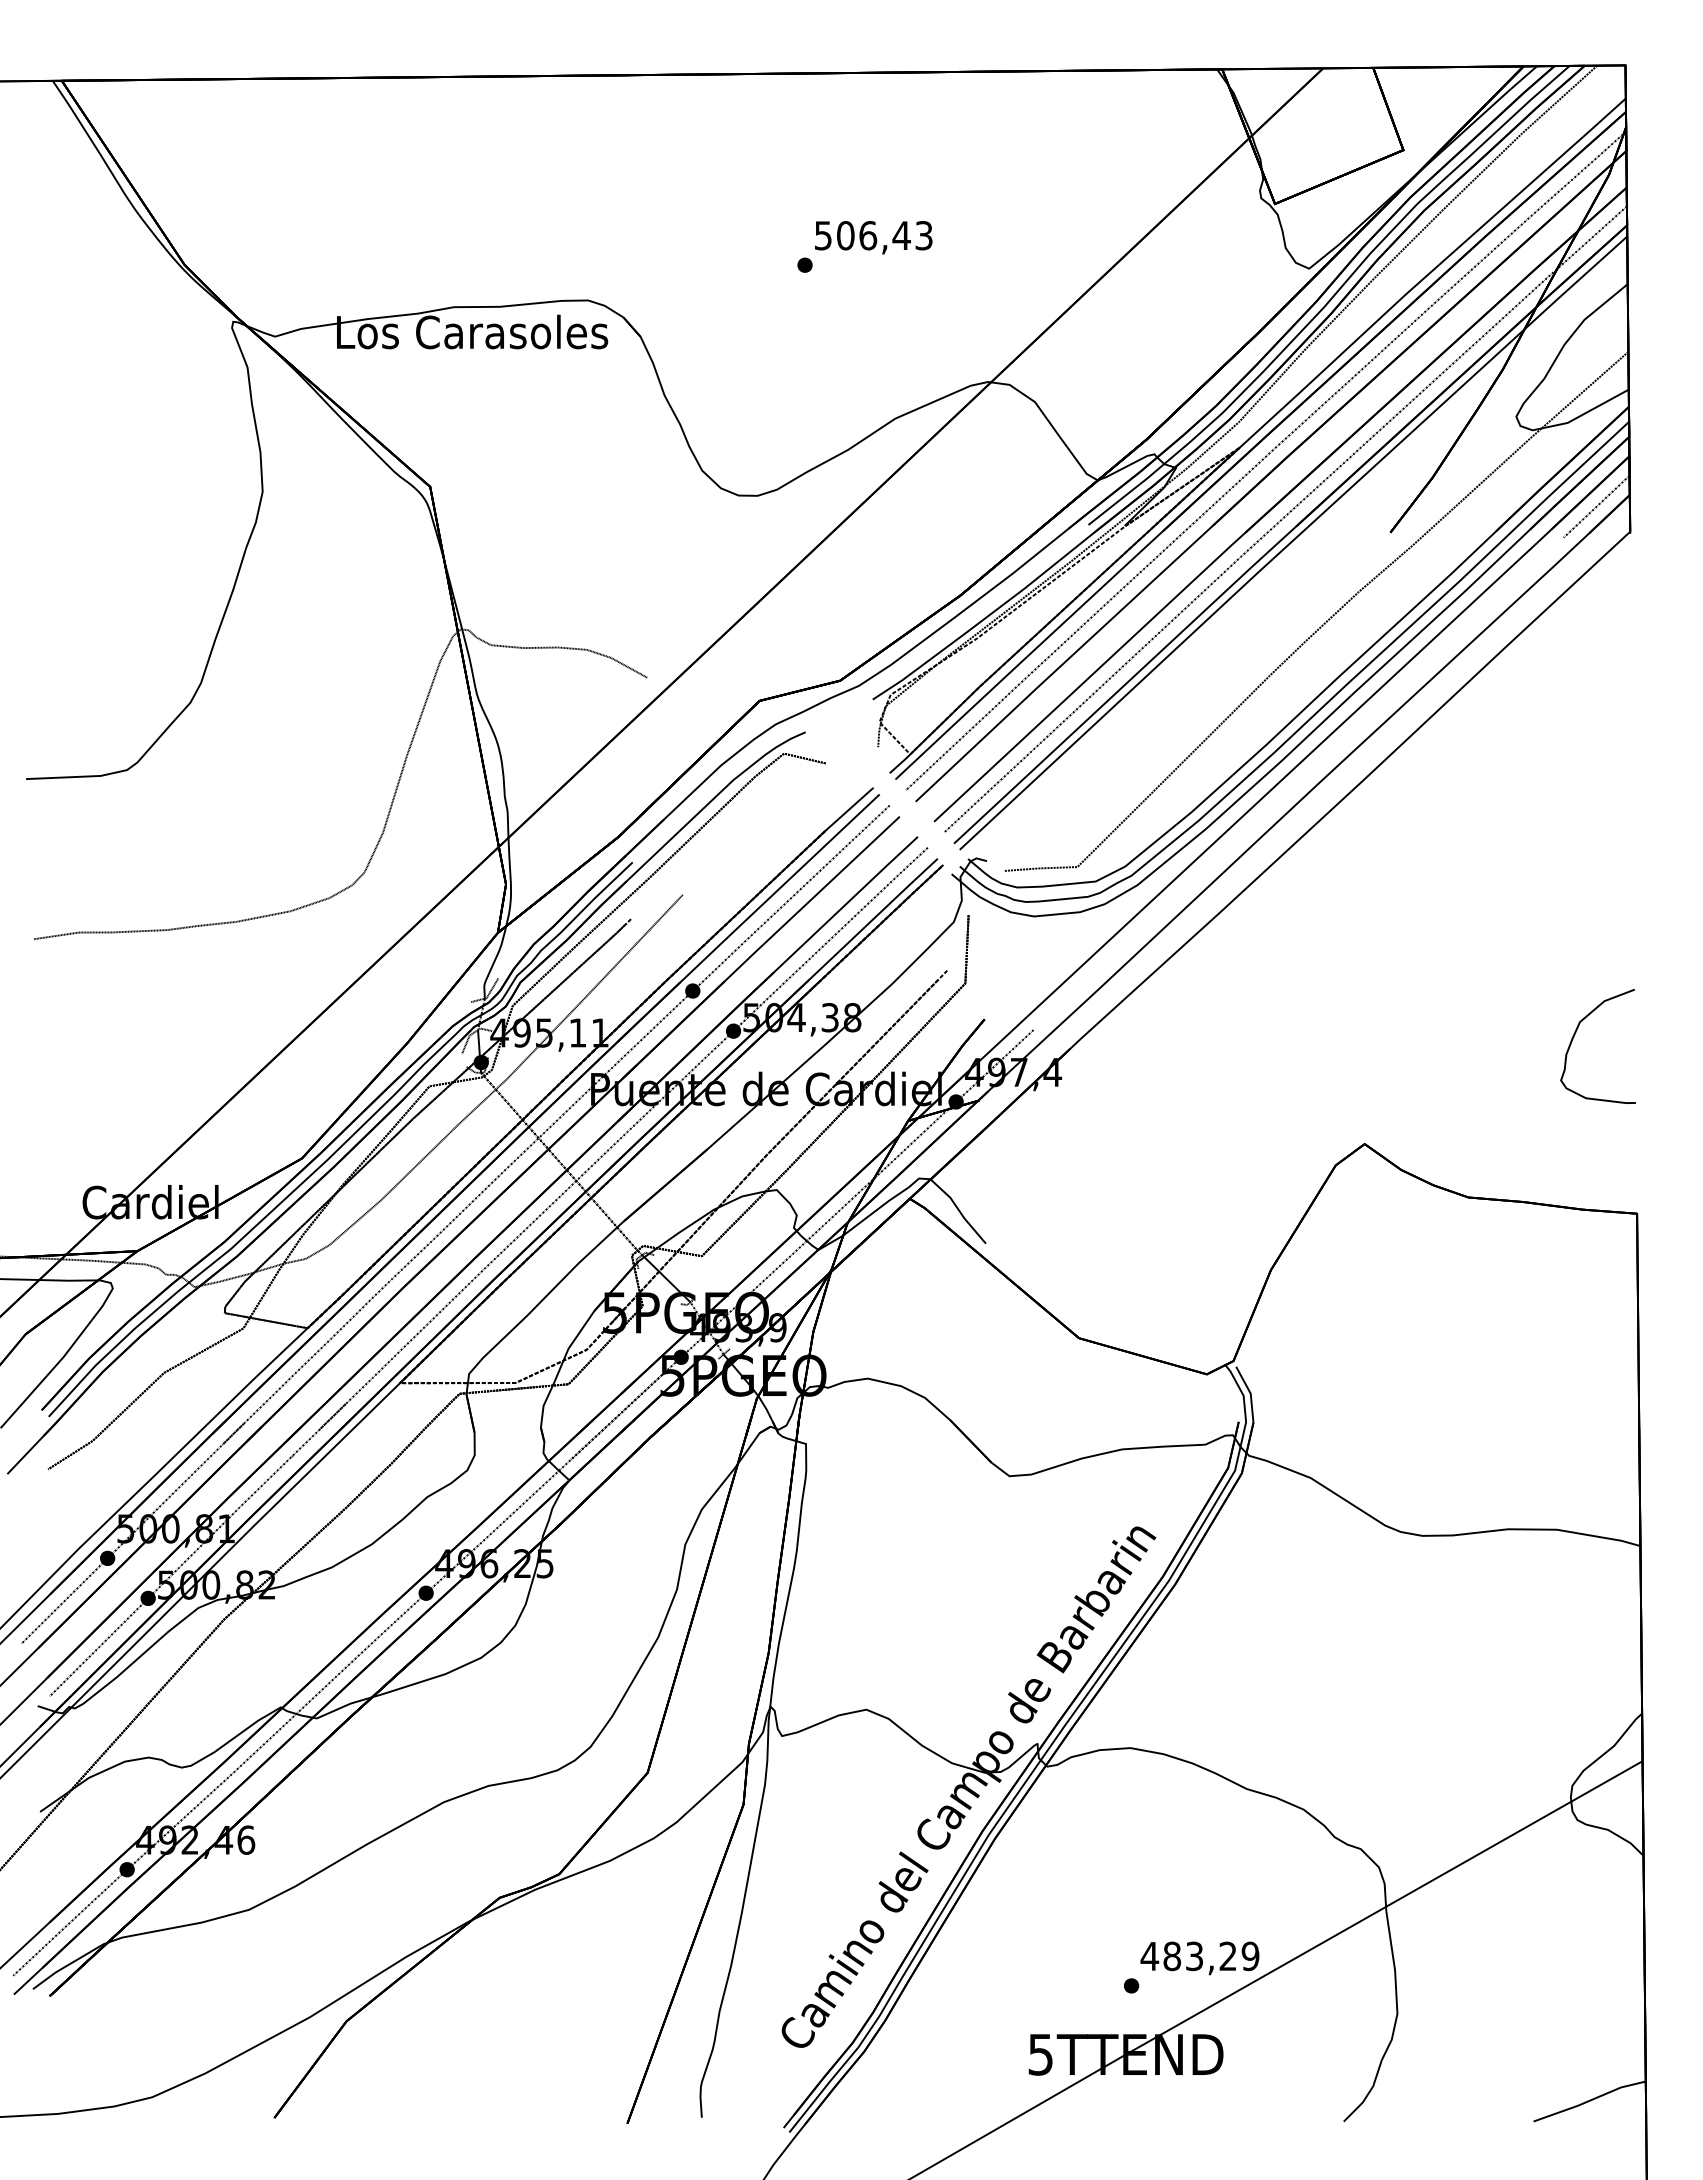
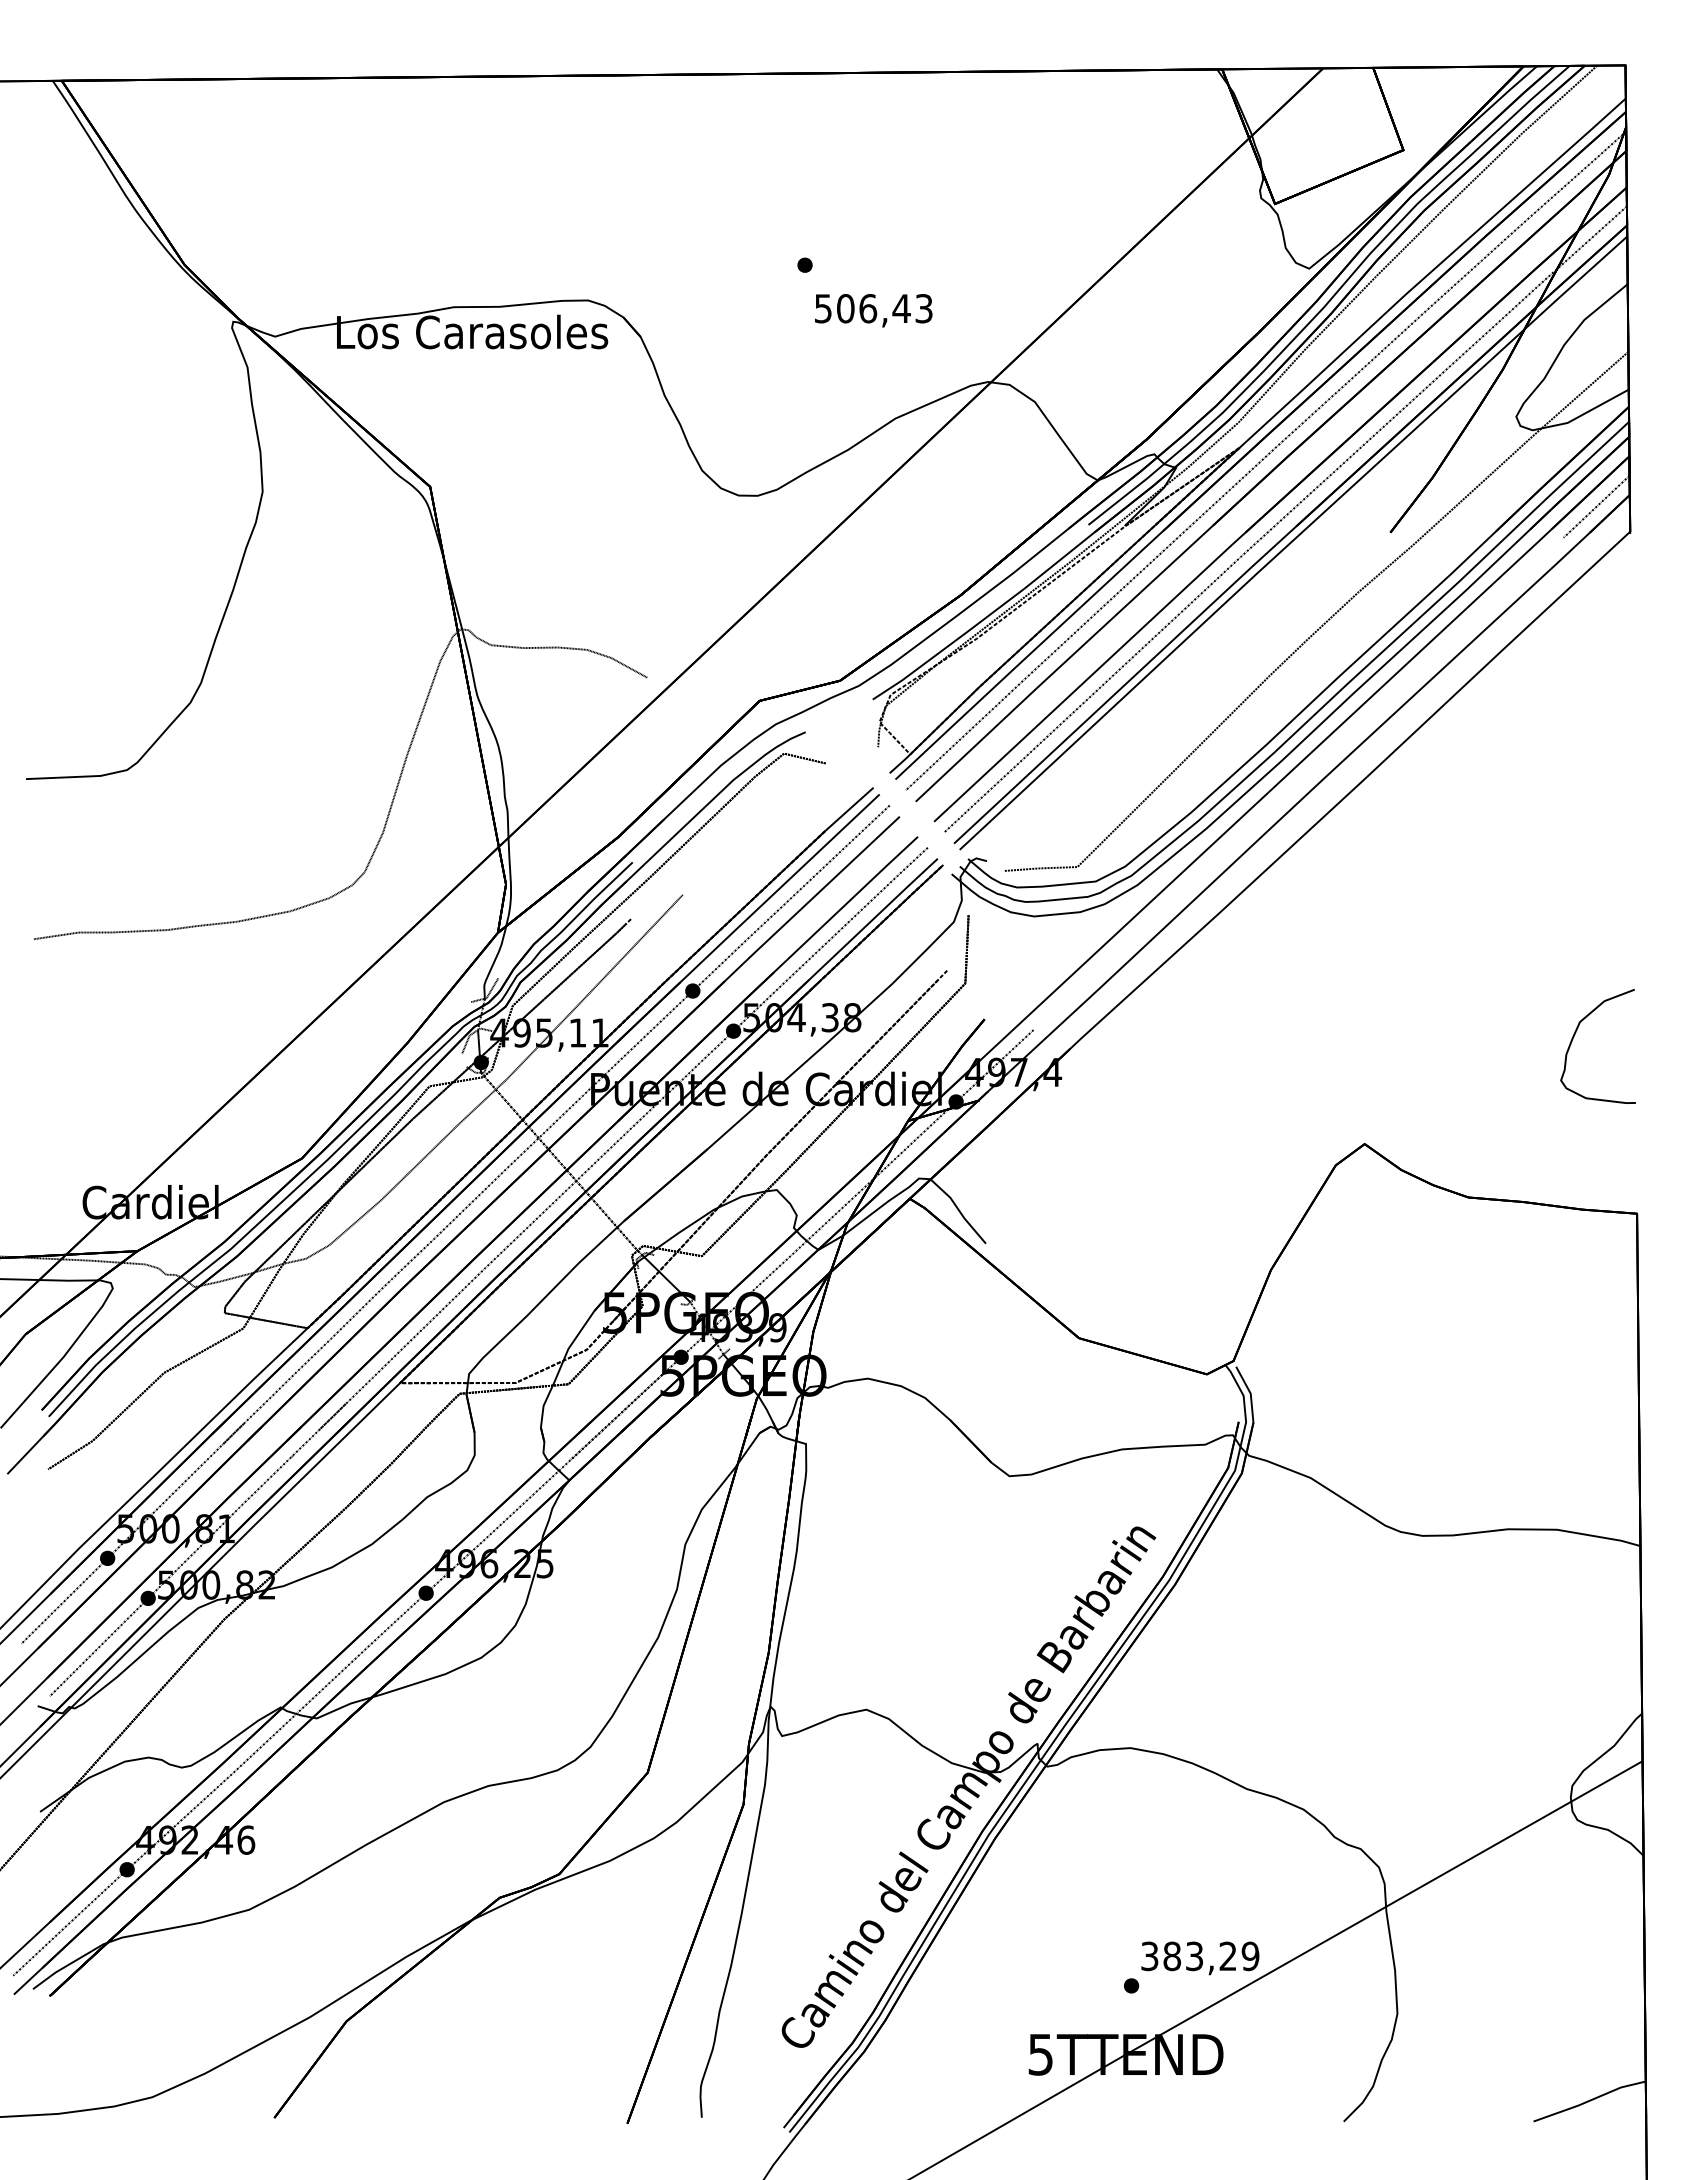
text at (873, 237) position: (873, 237) -> (873, 310)
text at (1149, 1956): 483,29 -> 383,29
